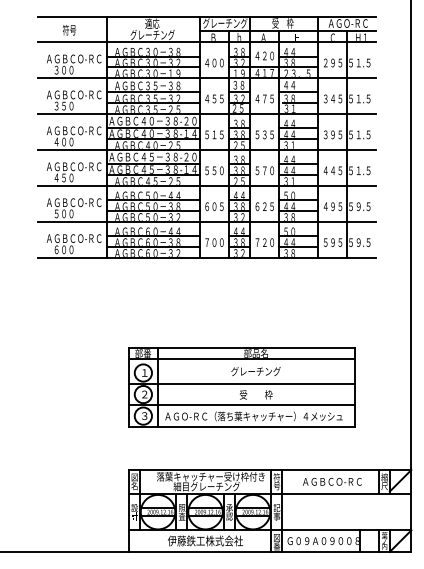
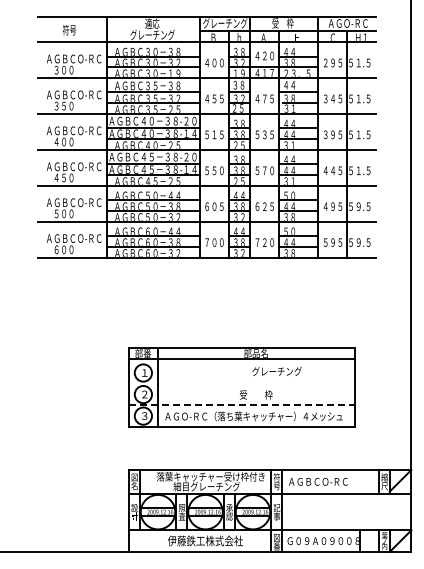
text at (255, 371) position: (255, 371) -> (276, 371)
line at (242, 383): present -> none
line at (242, 405): solid -> dashed
text at (332, 481) position: (332, 481) -> (318, 481)
